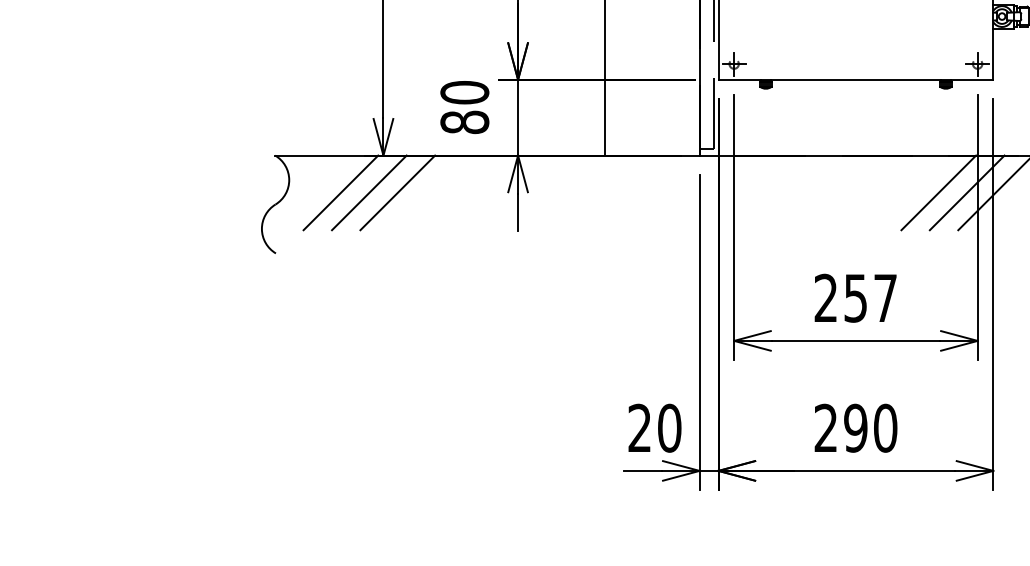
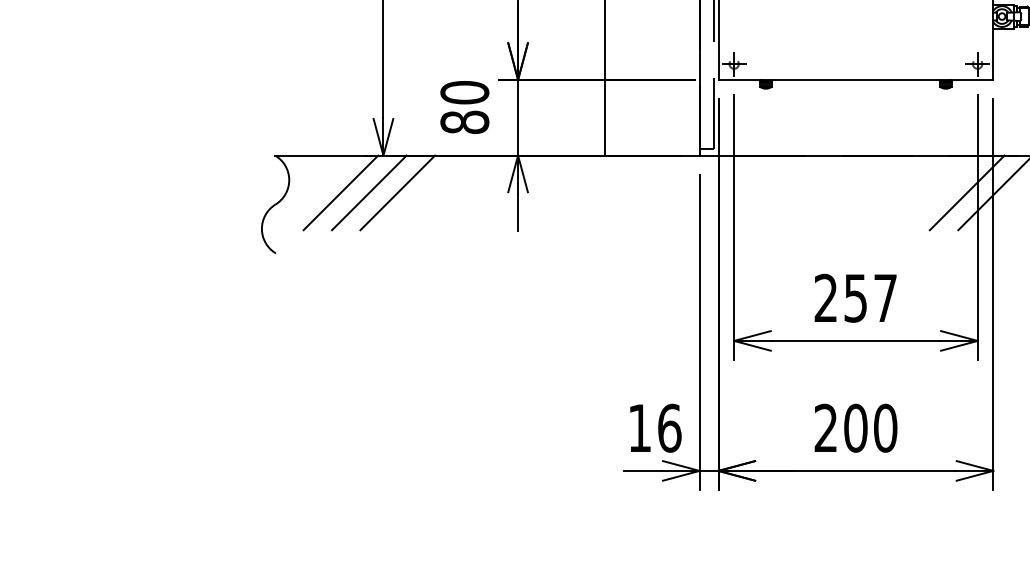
line at (938, 192): present -> none
text at (654, 427): 20 -> 16
text at (855, 428): 290 -> 200
